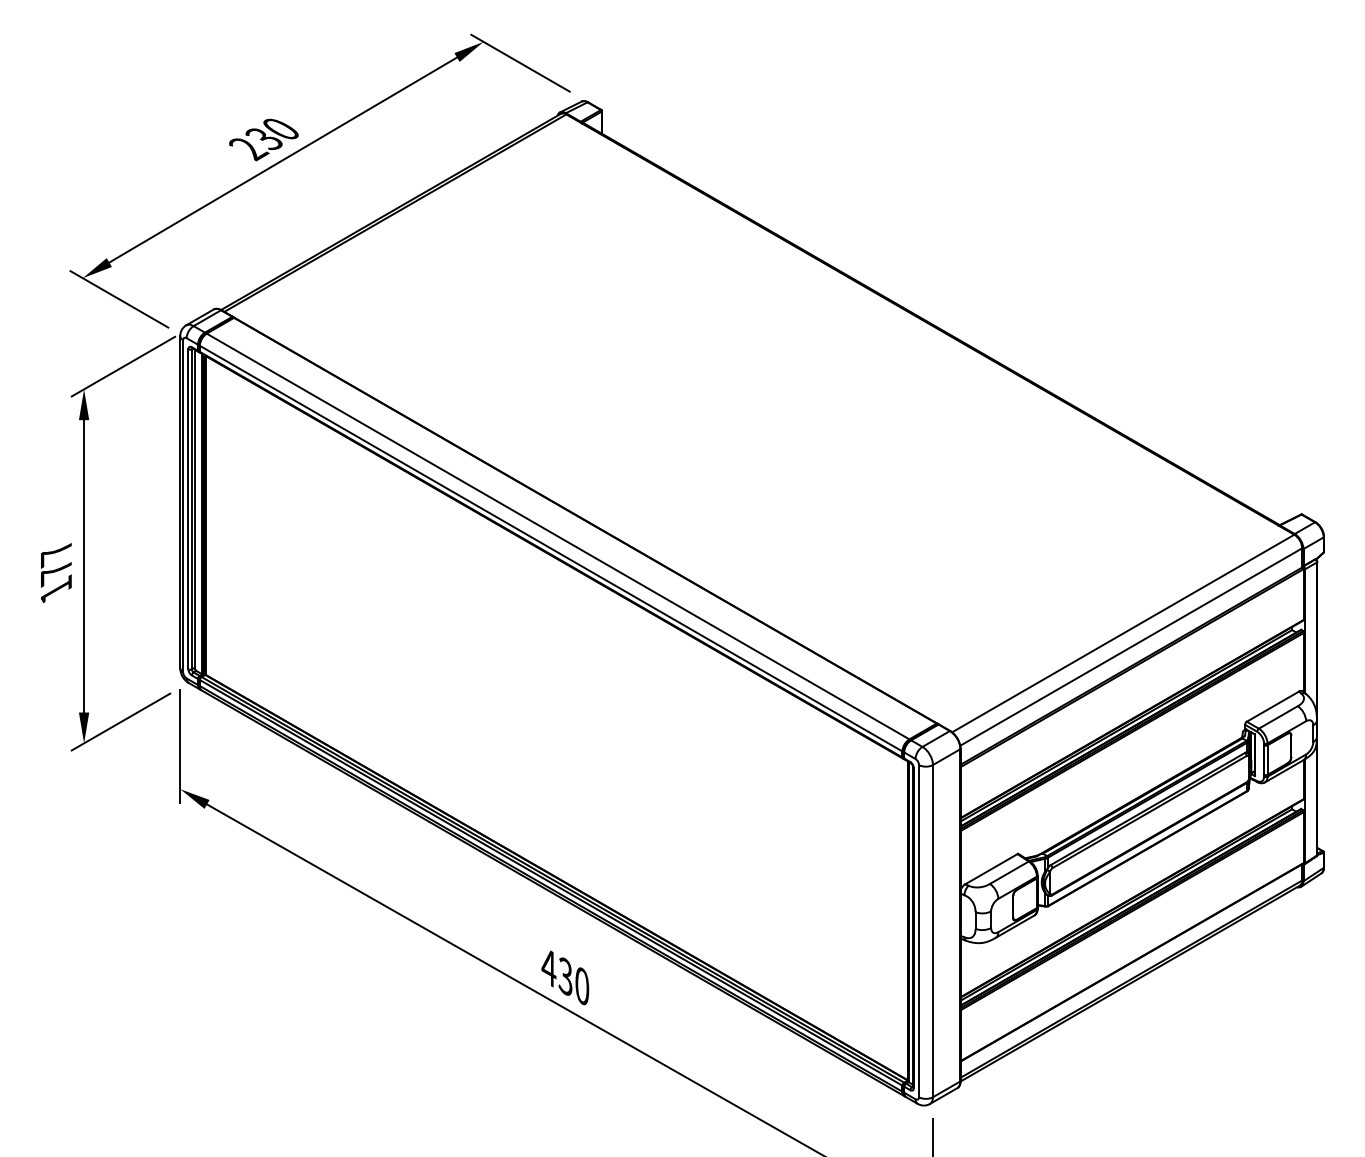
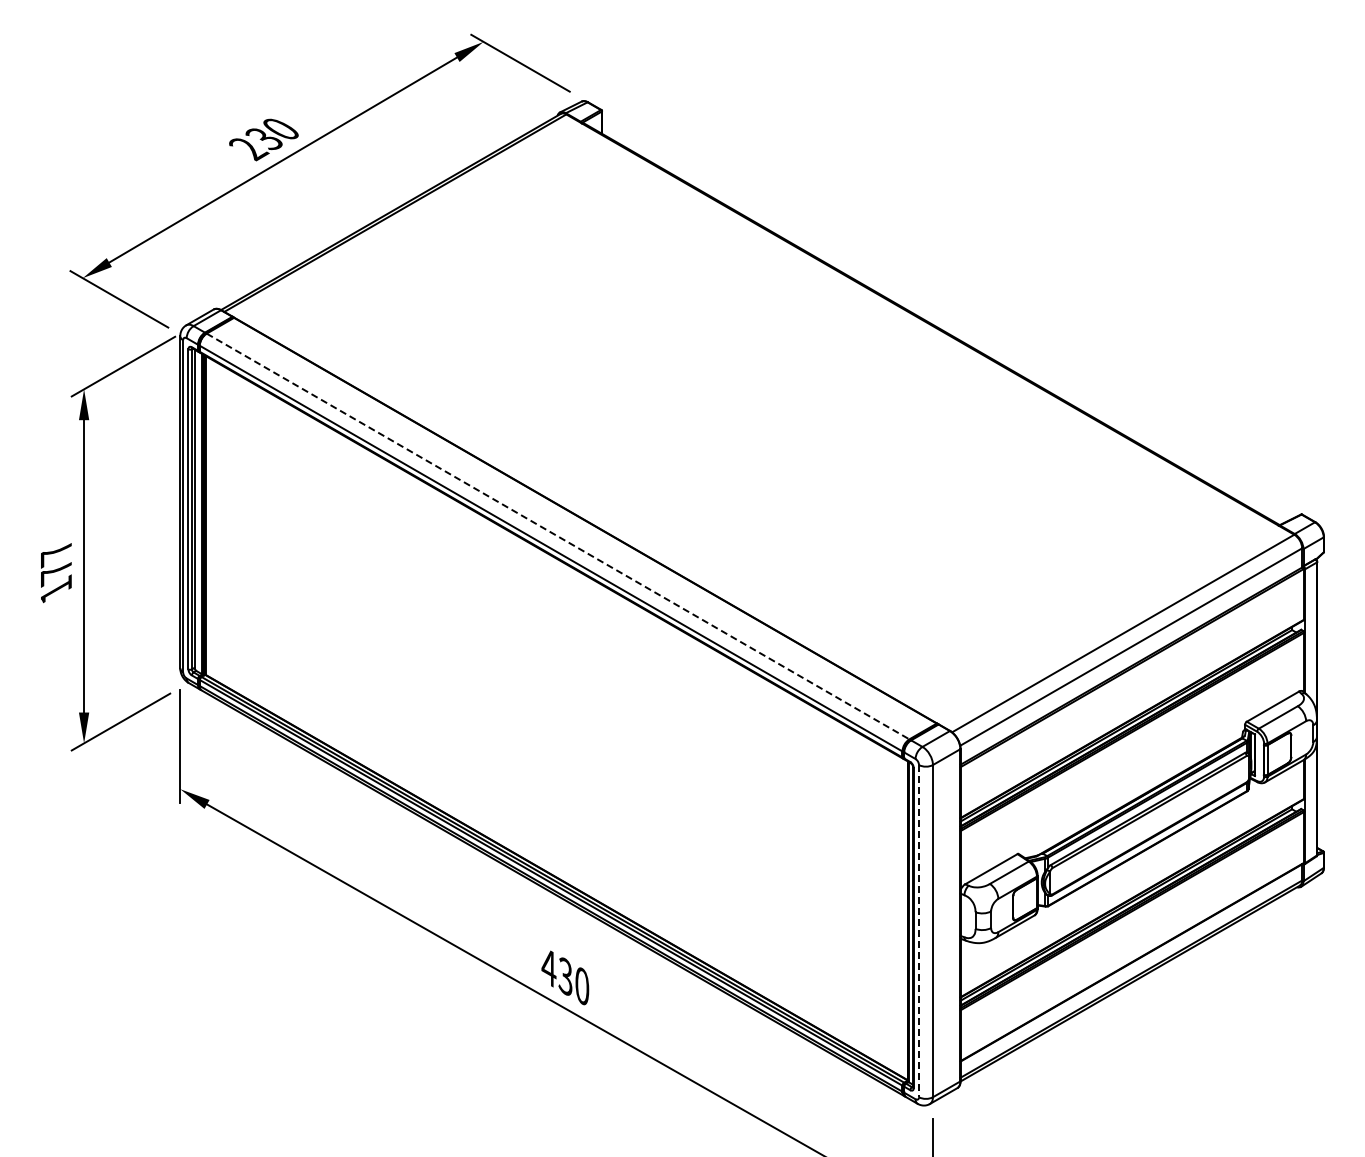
line at (558, 536): solid -> dashed
line at (919, 931): solid -> dashed
